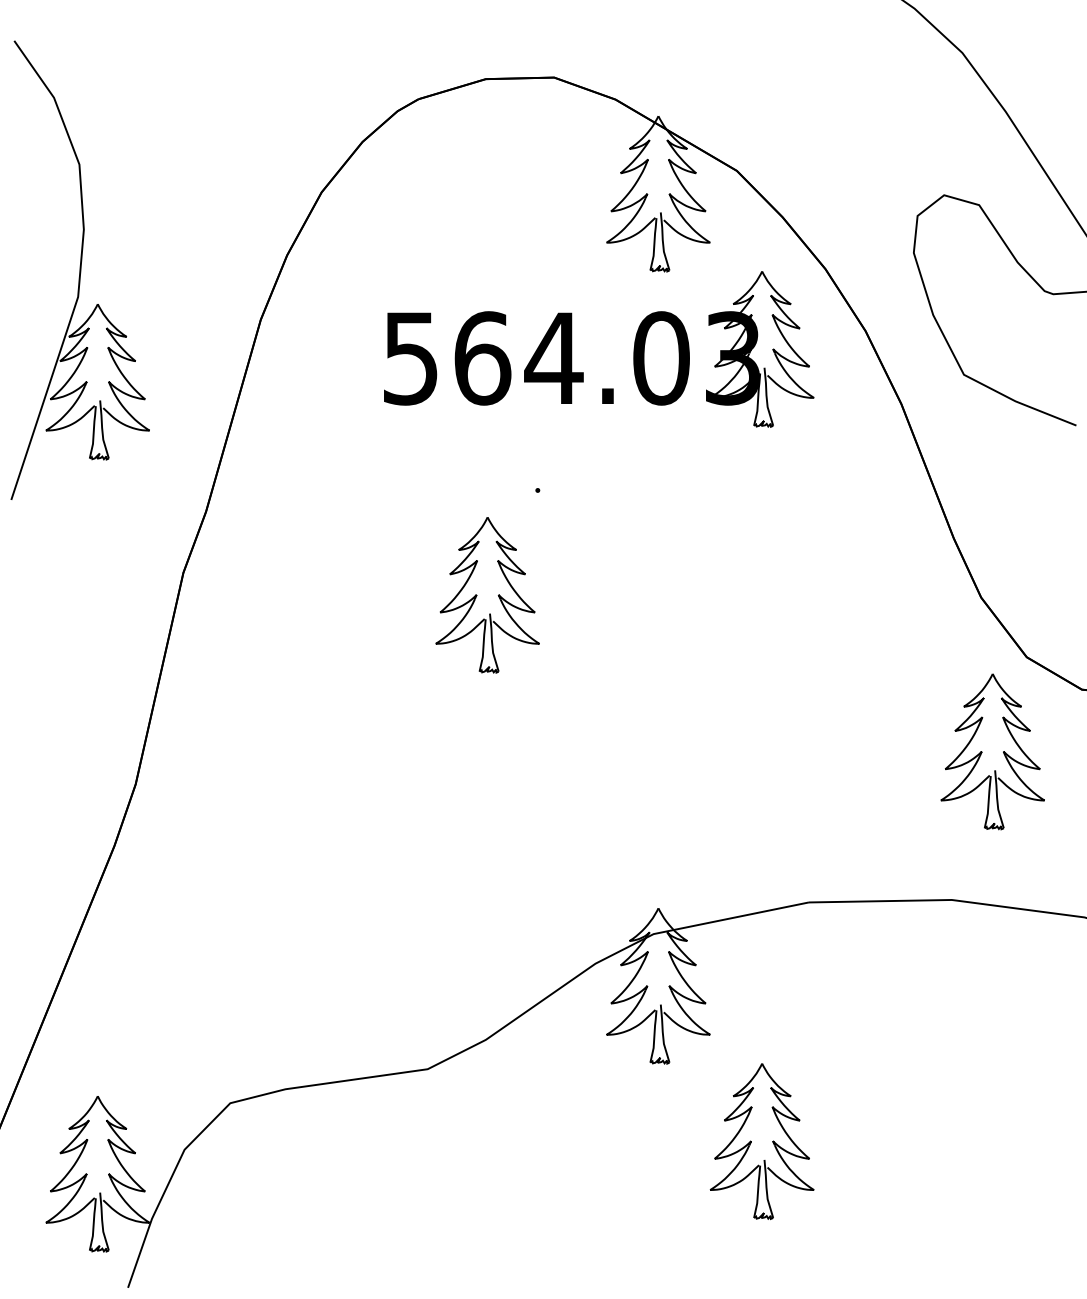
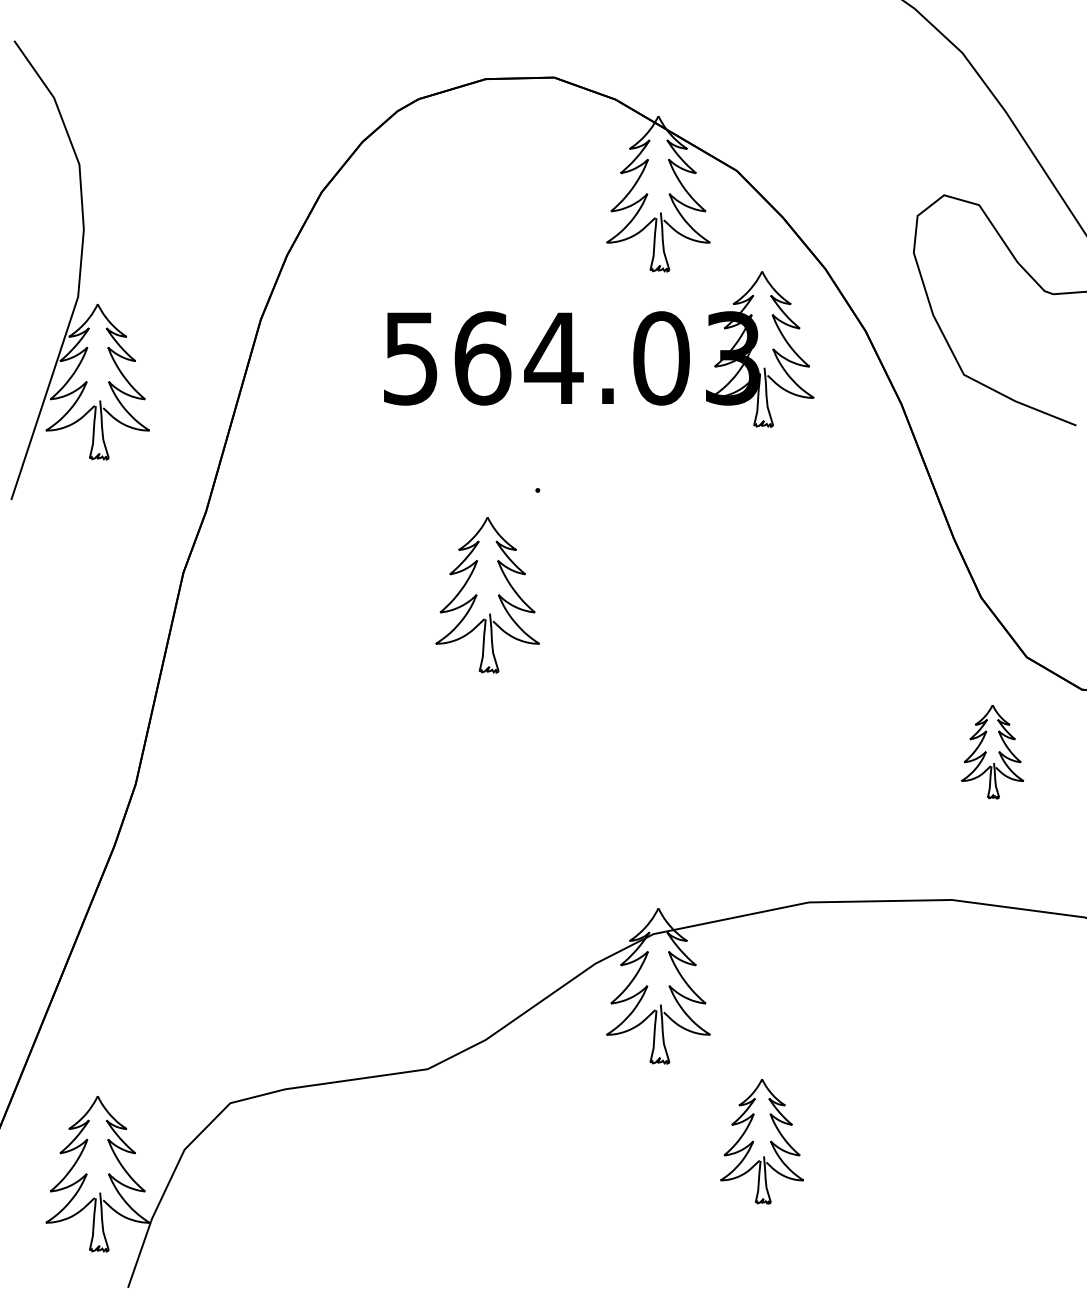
part at (992, 751) size: 105x158 px -> 64x95 px
part at (761, 1141) size: 106x158 px -> 84x126 px
